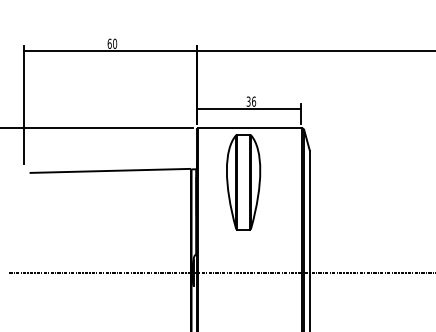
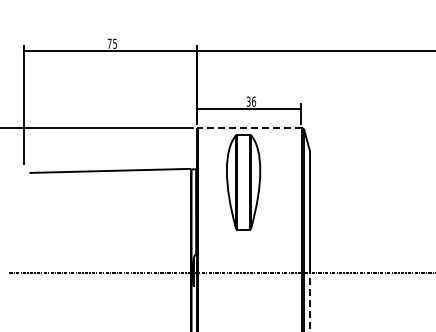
text at (112, 43): 60 -> 75
line at (250, 128): solid -> dashed
line at (309, 301): solid -> dashed
